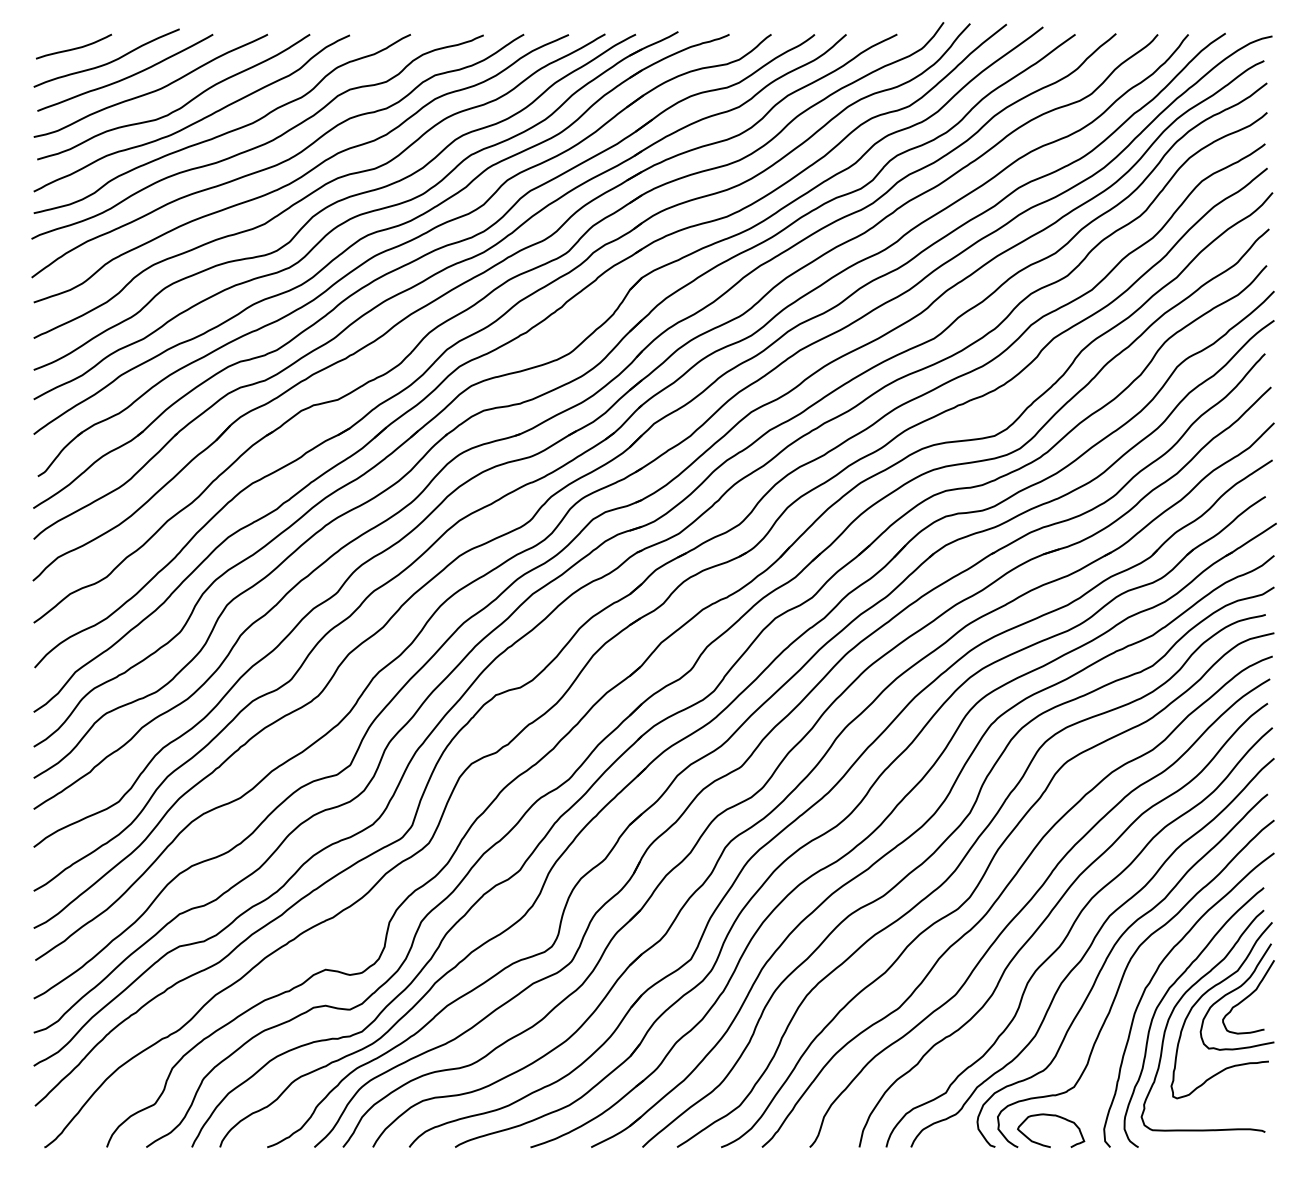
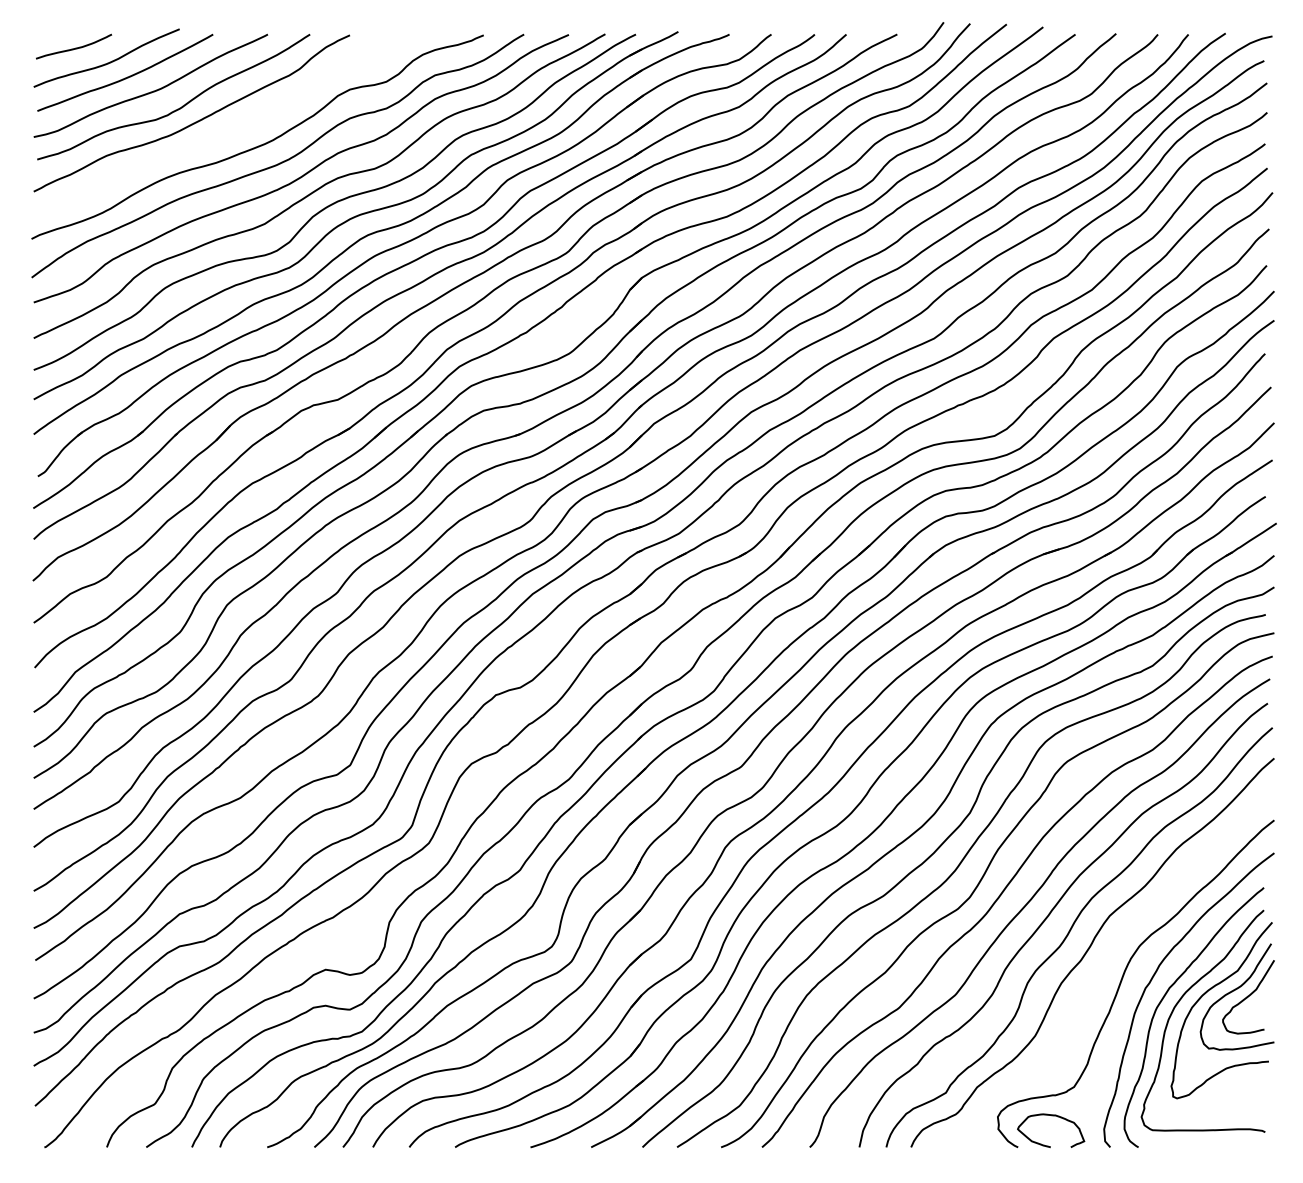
curve at (225, 132): present -> none
curve at (1106, 961): present -> none
